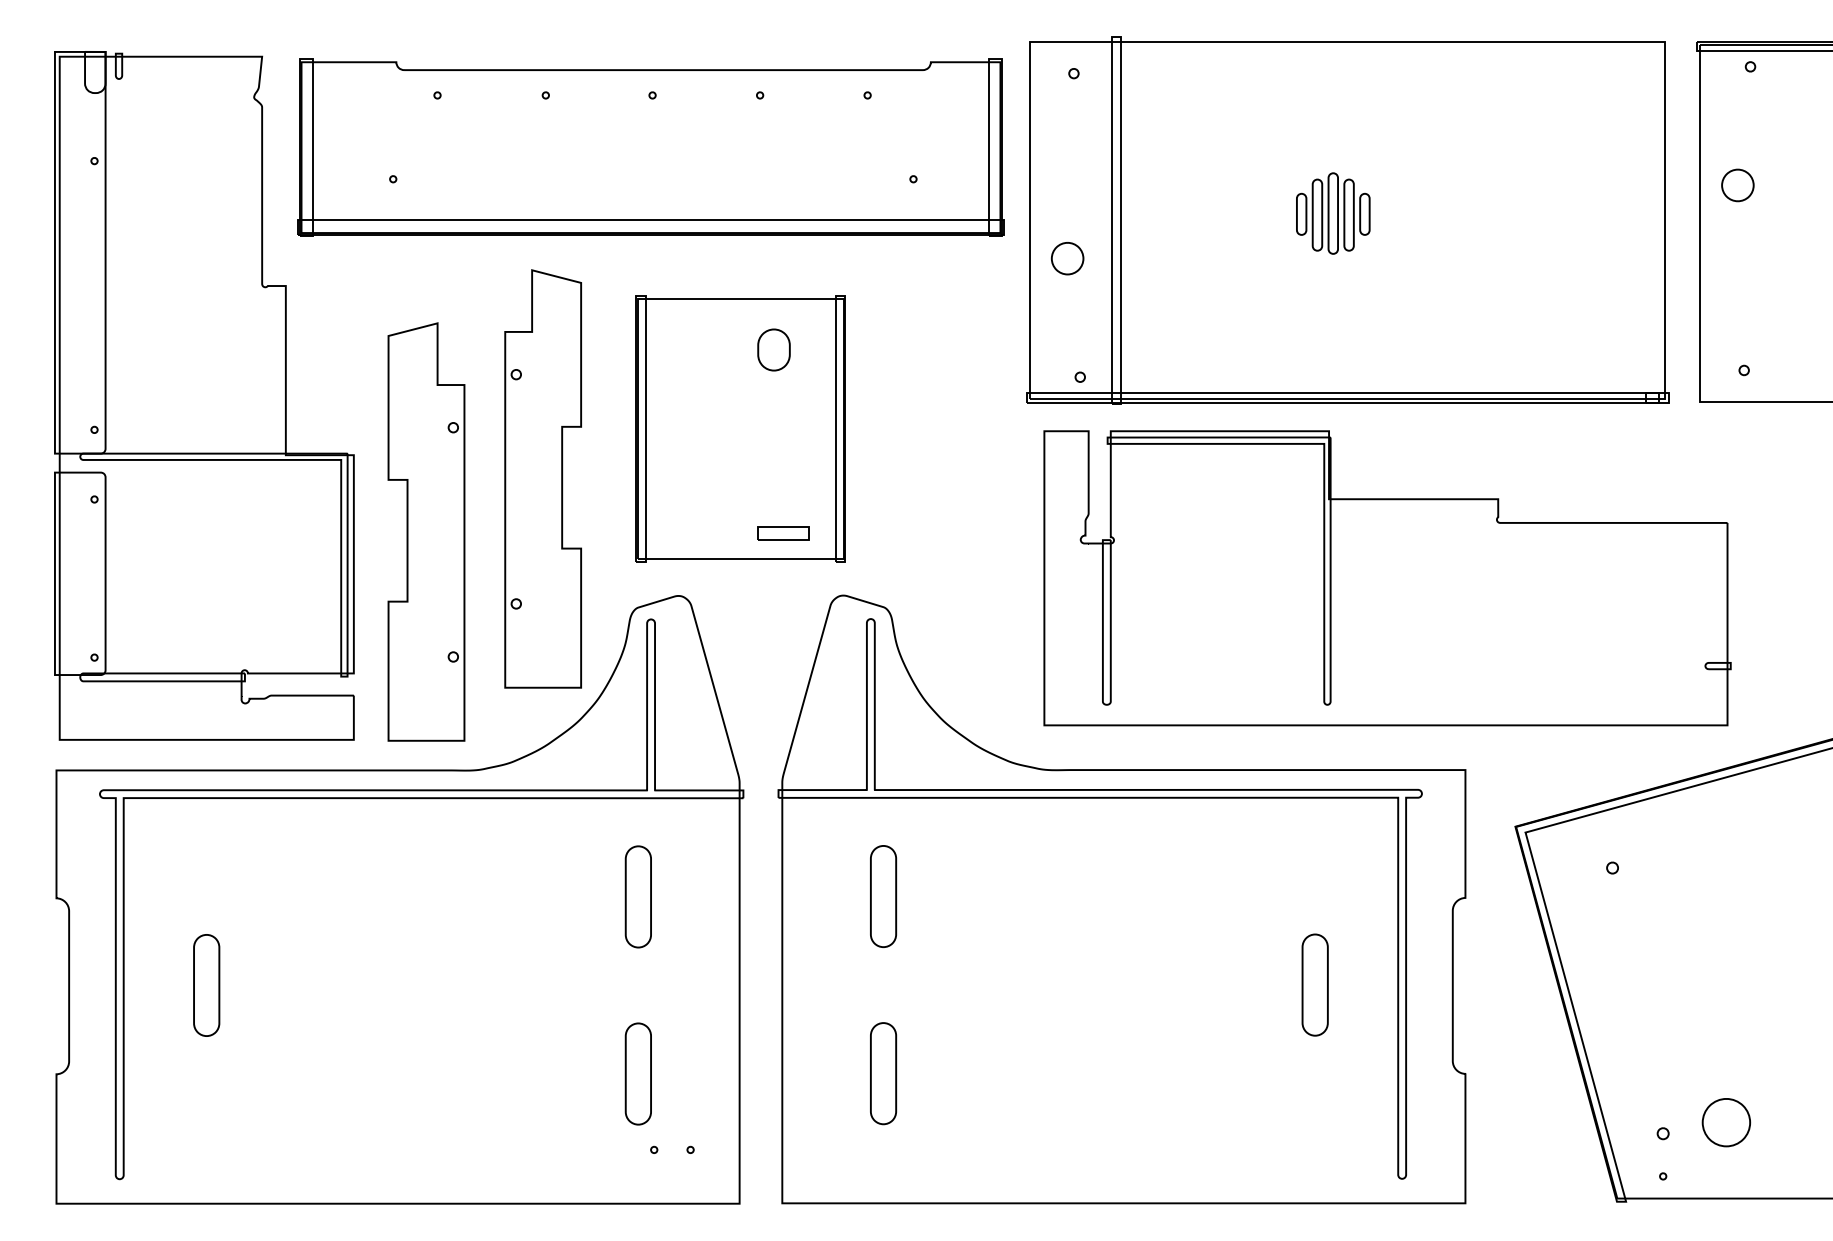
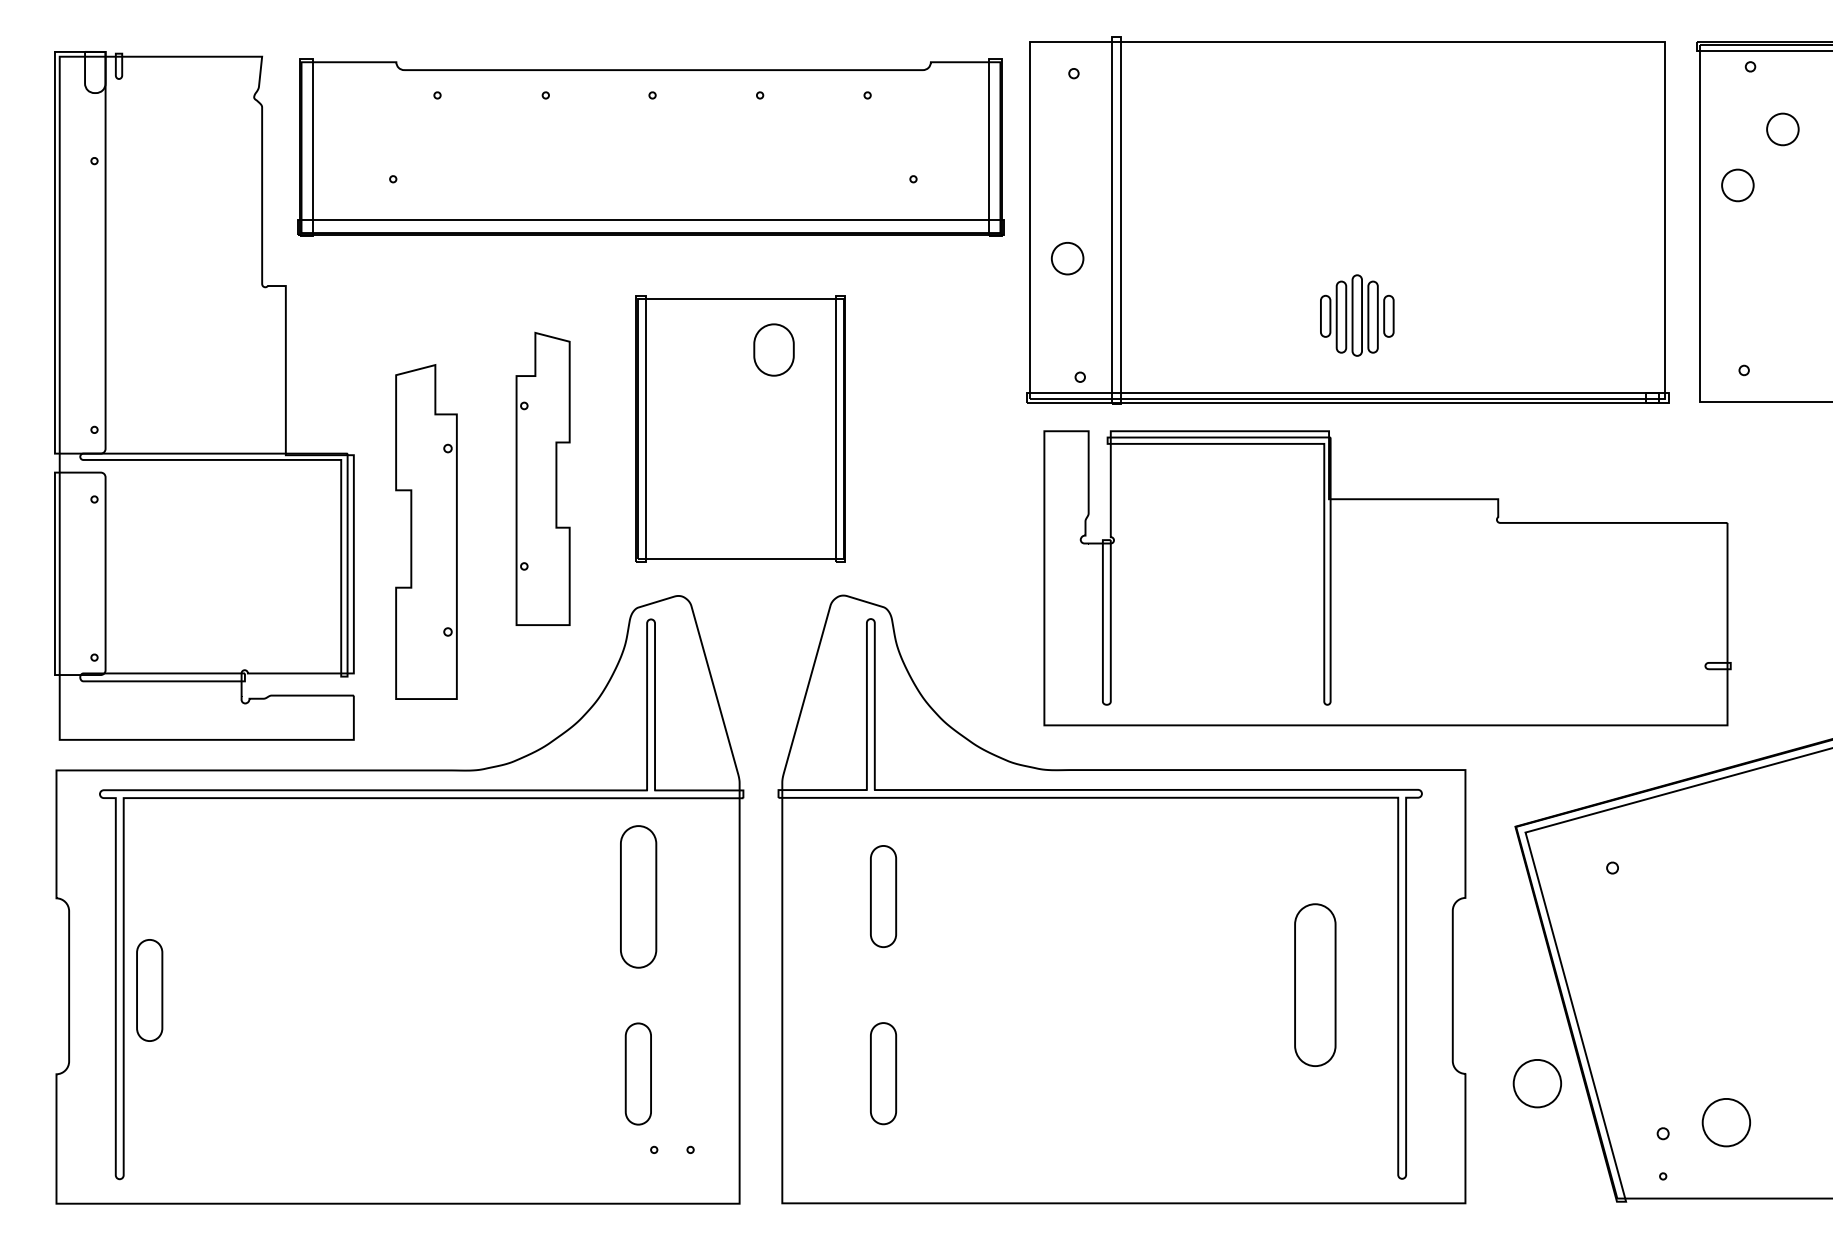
part at (1782, 129): none -> present
part at (1333, 213) position: (1333, 213) -> (1357, 315)
part at (773, 349) size: 34x44 px -> 42x54 px
part at (542, 478) size: 78x420 px -> 56x295 px
part at (426, 531) size: 79x420 px -> 63x336 px
part at (783, 533): present -> none
part at (637, 896) size: 28x104 px -> 38x144 px
part at (1314, 984) size: 28x104 px -> 43x164 px
part at (206, 985) position: (206, 985) -> (149, 990)
part at (1537, 1083): none -> present
